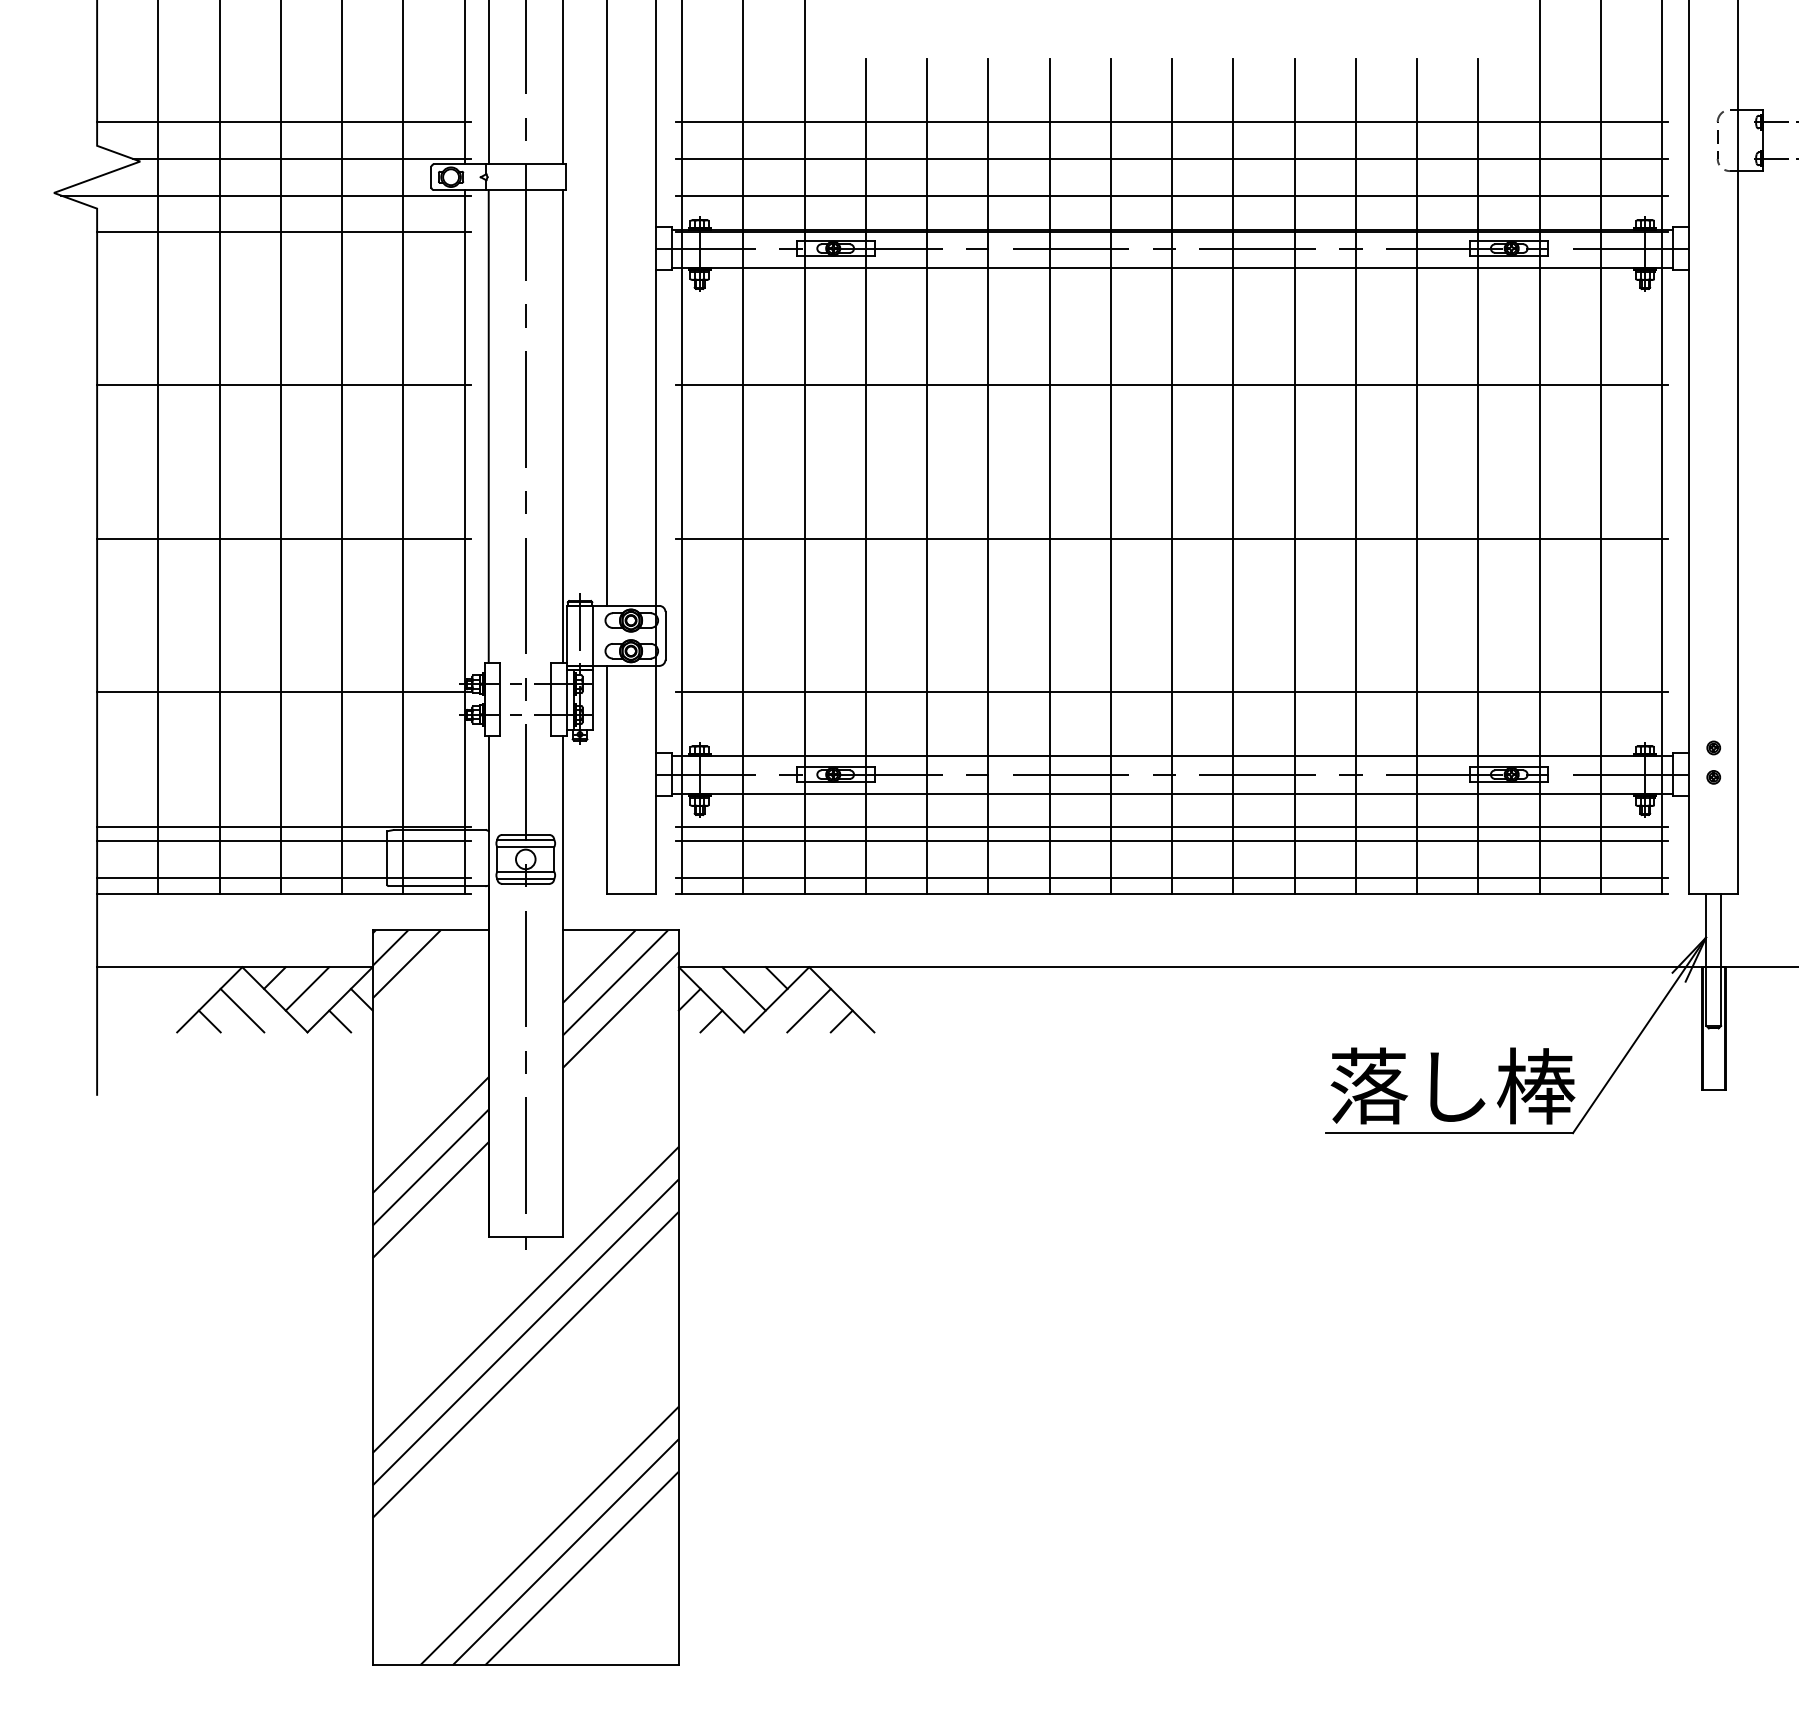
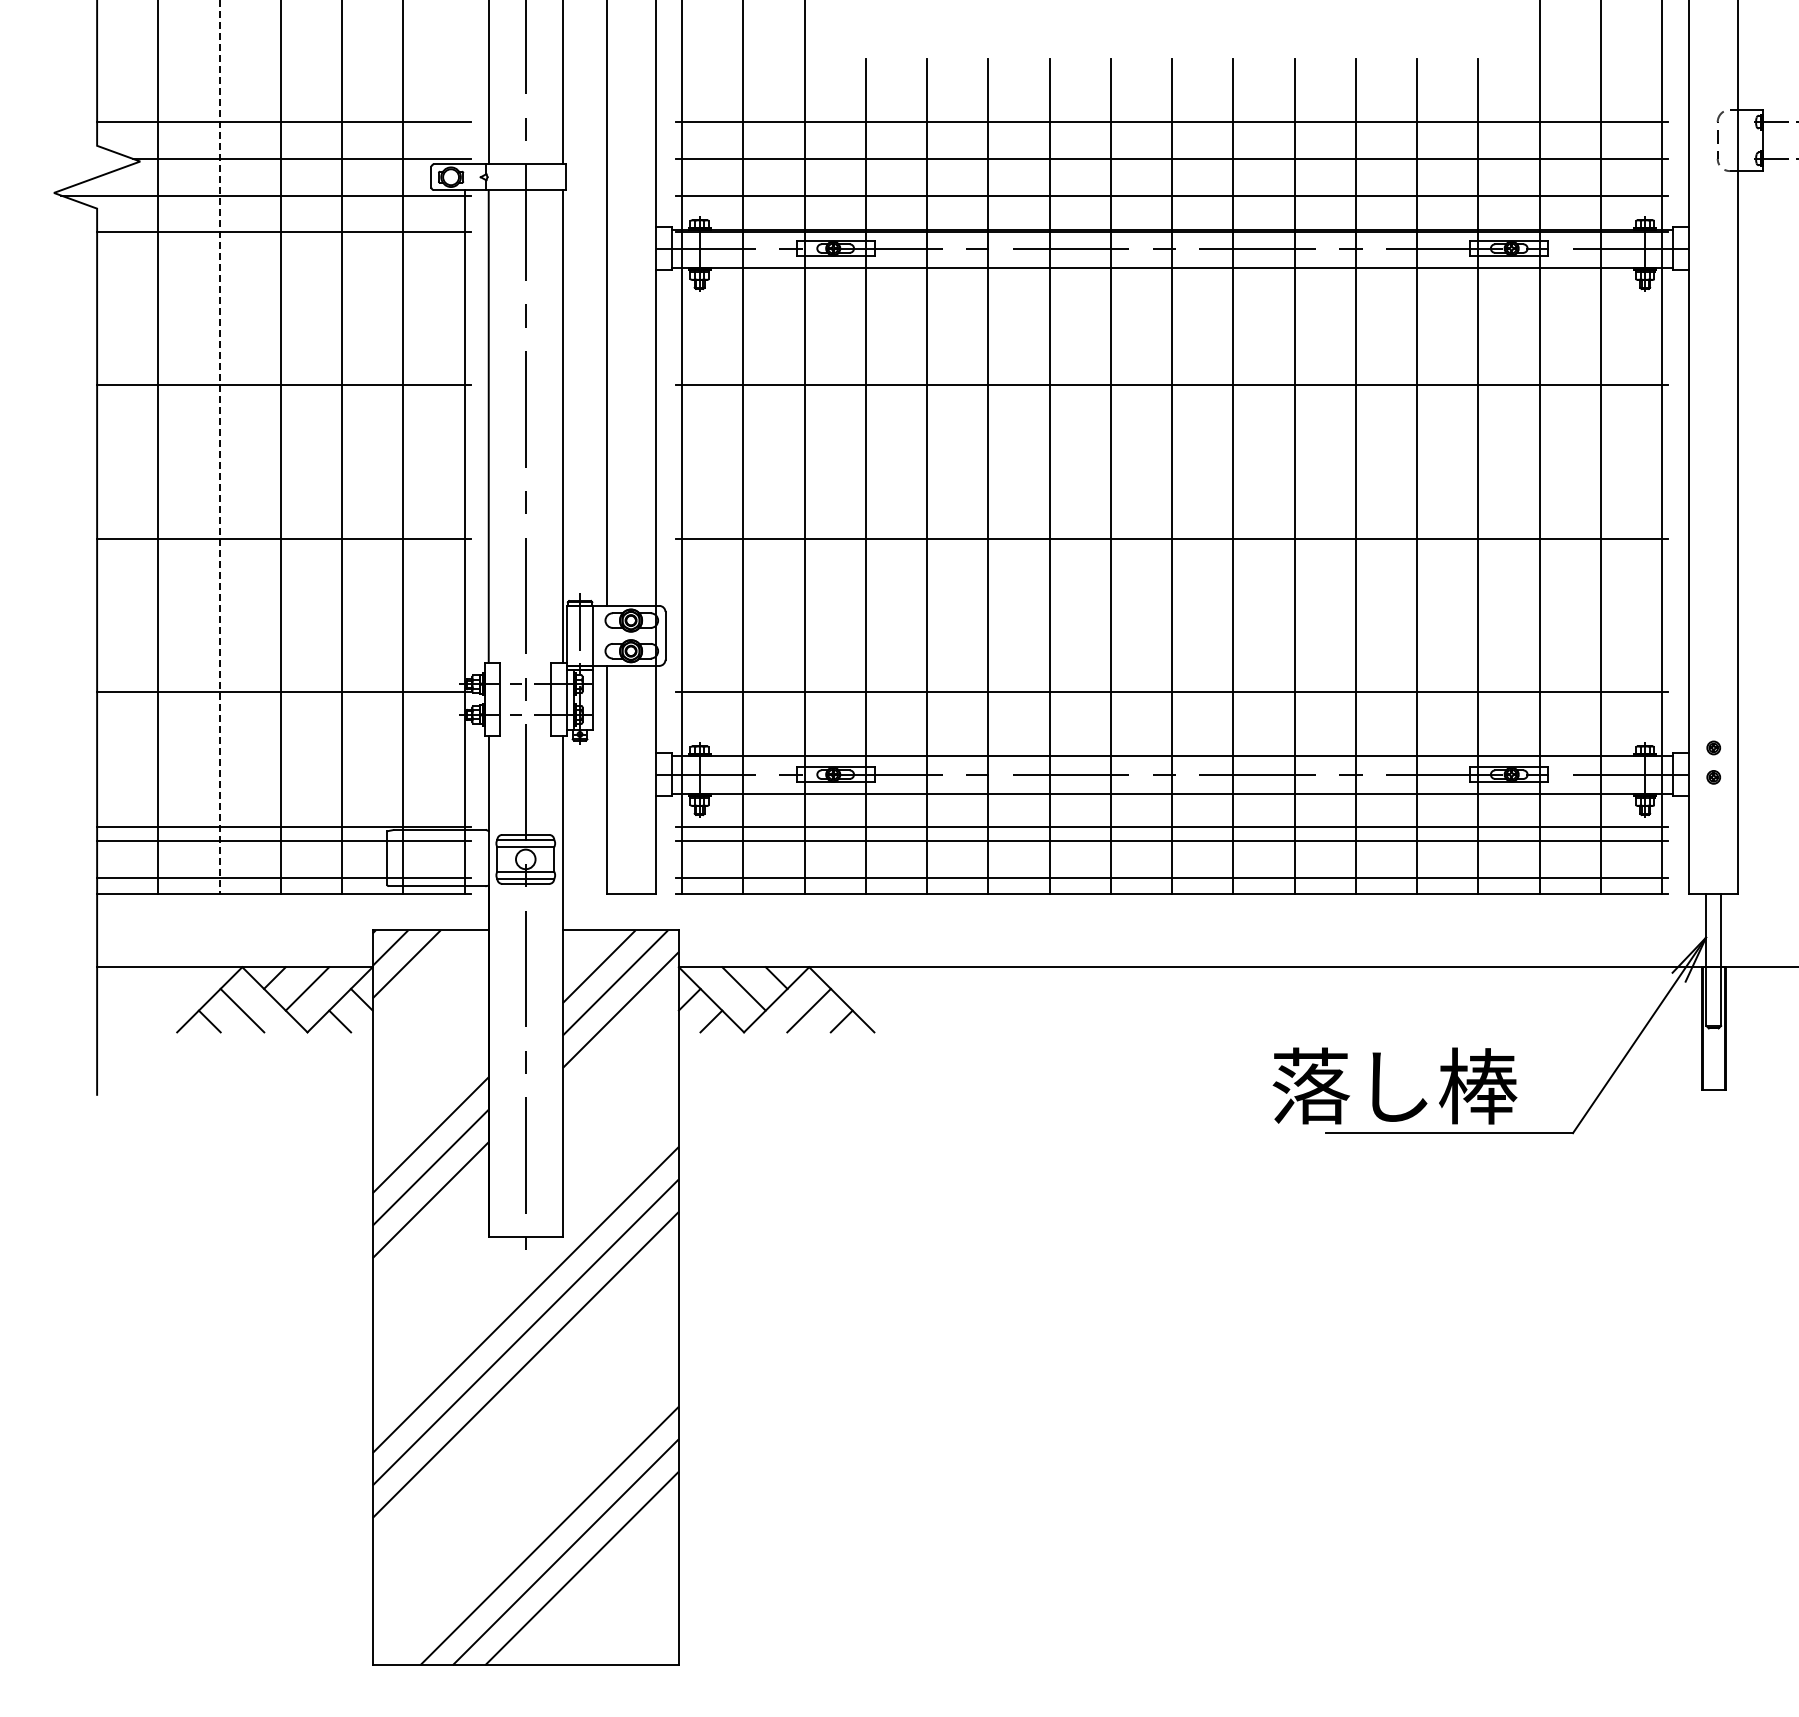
line at (464, 83): present -> none
line at (219, 447): solid -> dashed
text at (1452, 1085) position: (1452, 1085) -> (1394, 1085)
